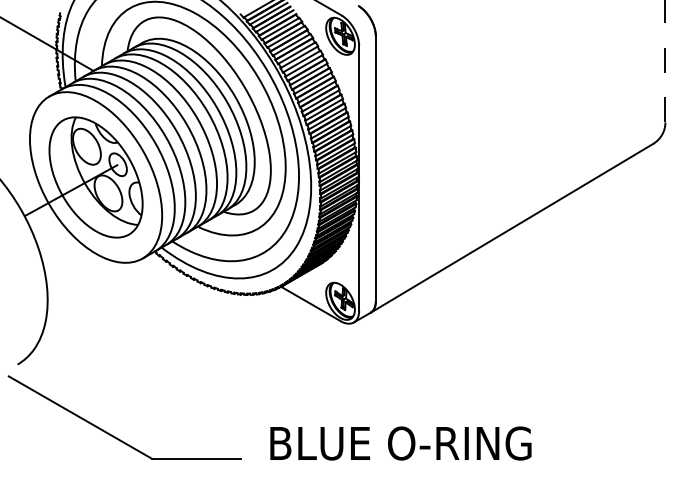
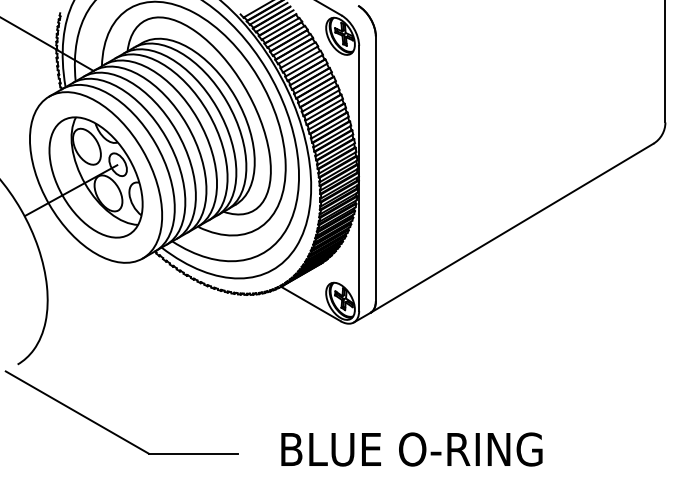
line at (665, 61): dashed -> solid
part at (115, 436) position: (115, 436) -> (112, 431)
text at (400, 443) position: (400, 443) -> (411, 449)
